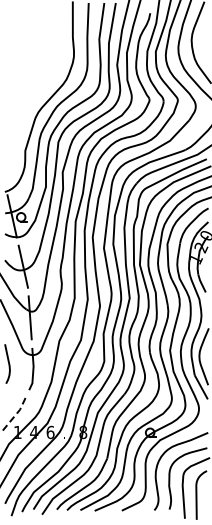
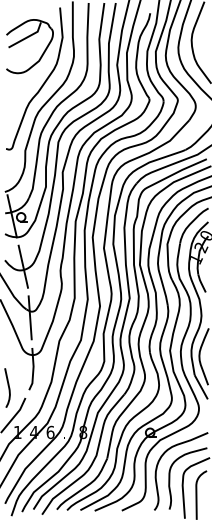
part at (29, 70): none -> present
curve at (8, 363) position: (8, 363) -> (8, 387)
line at (14, 416): dashed -> solid
